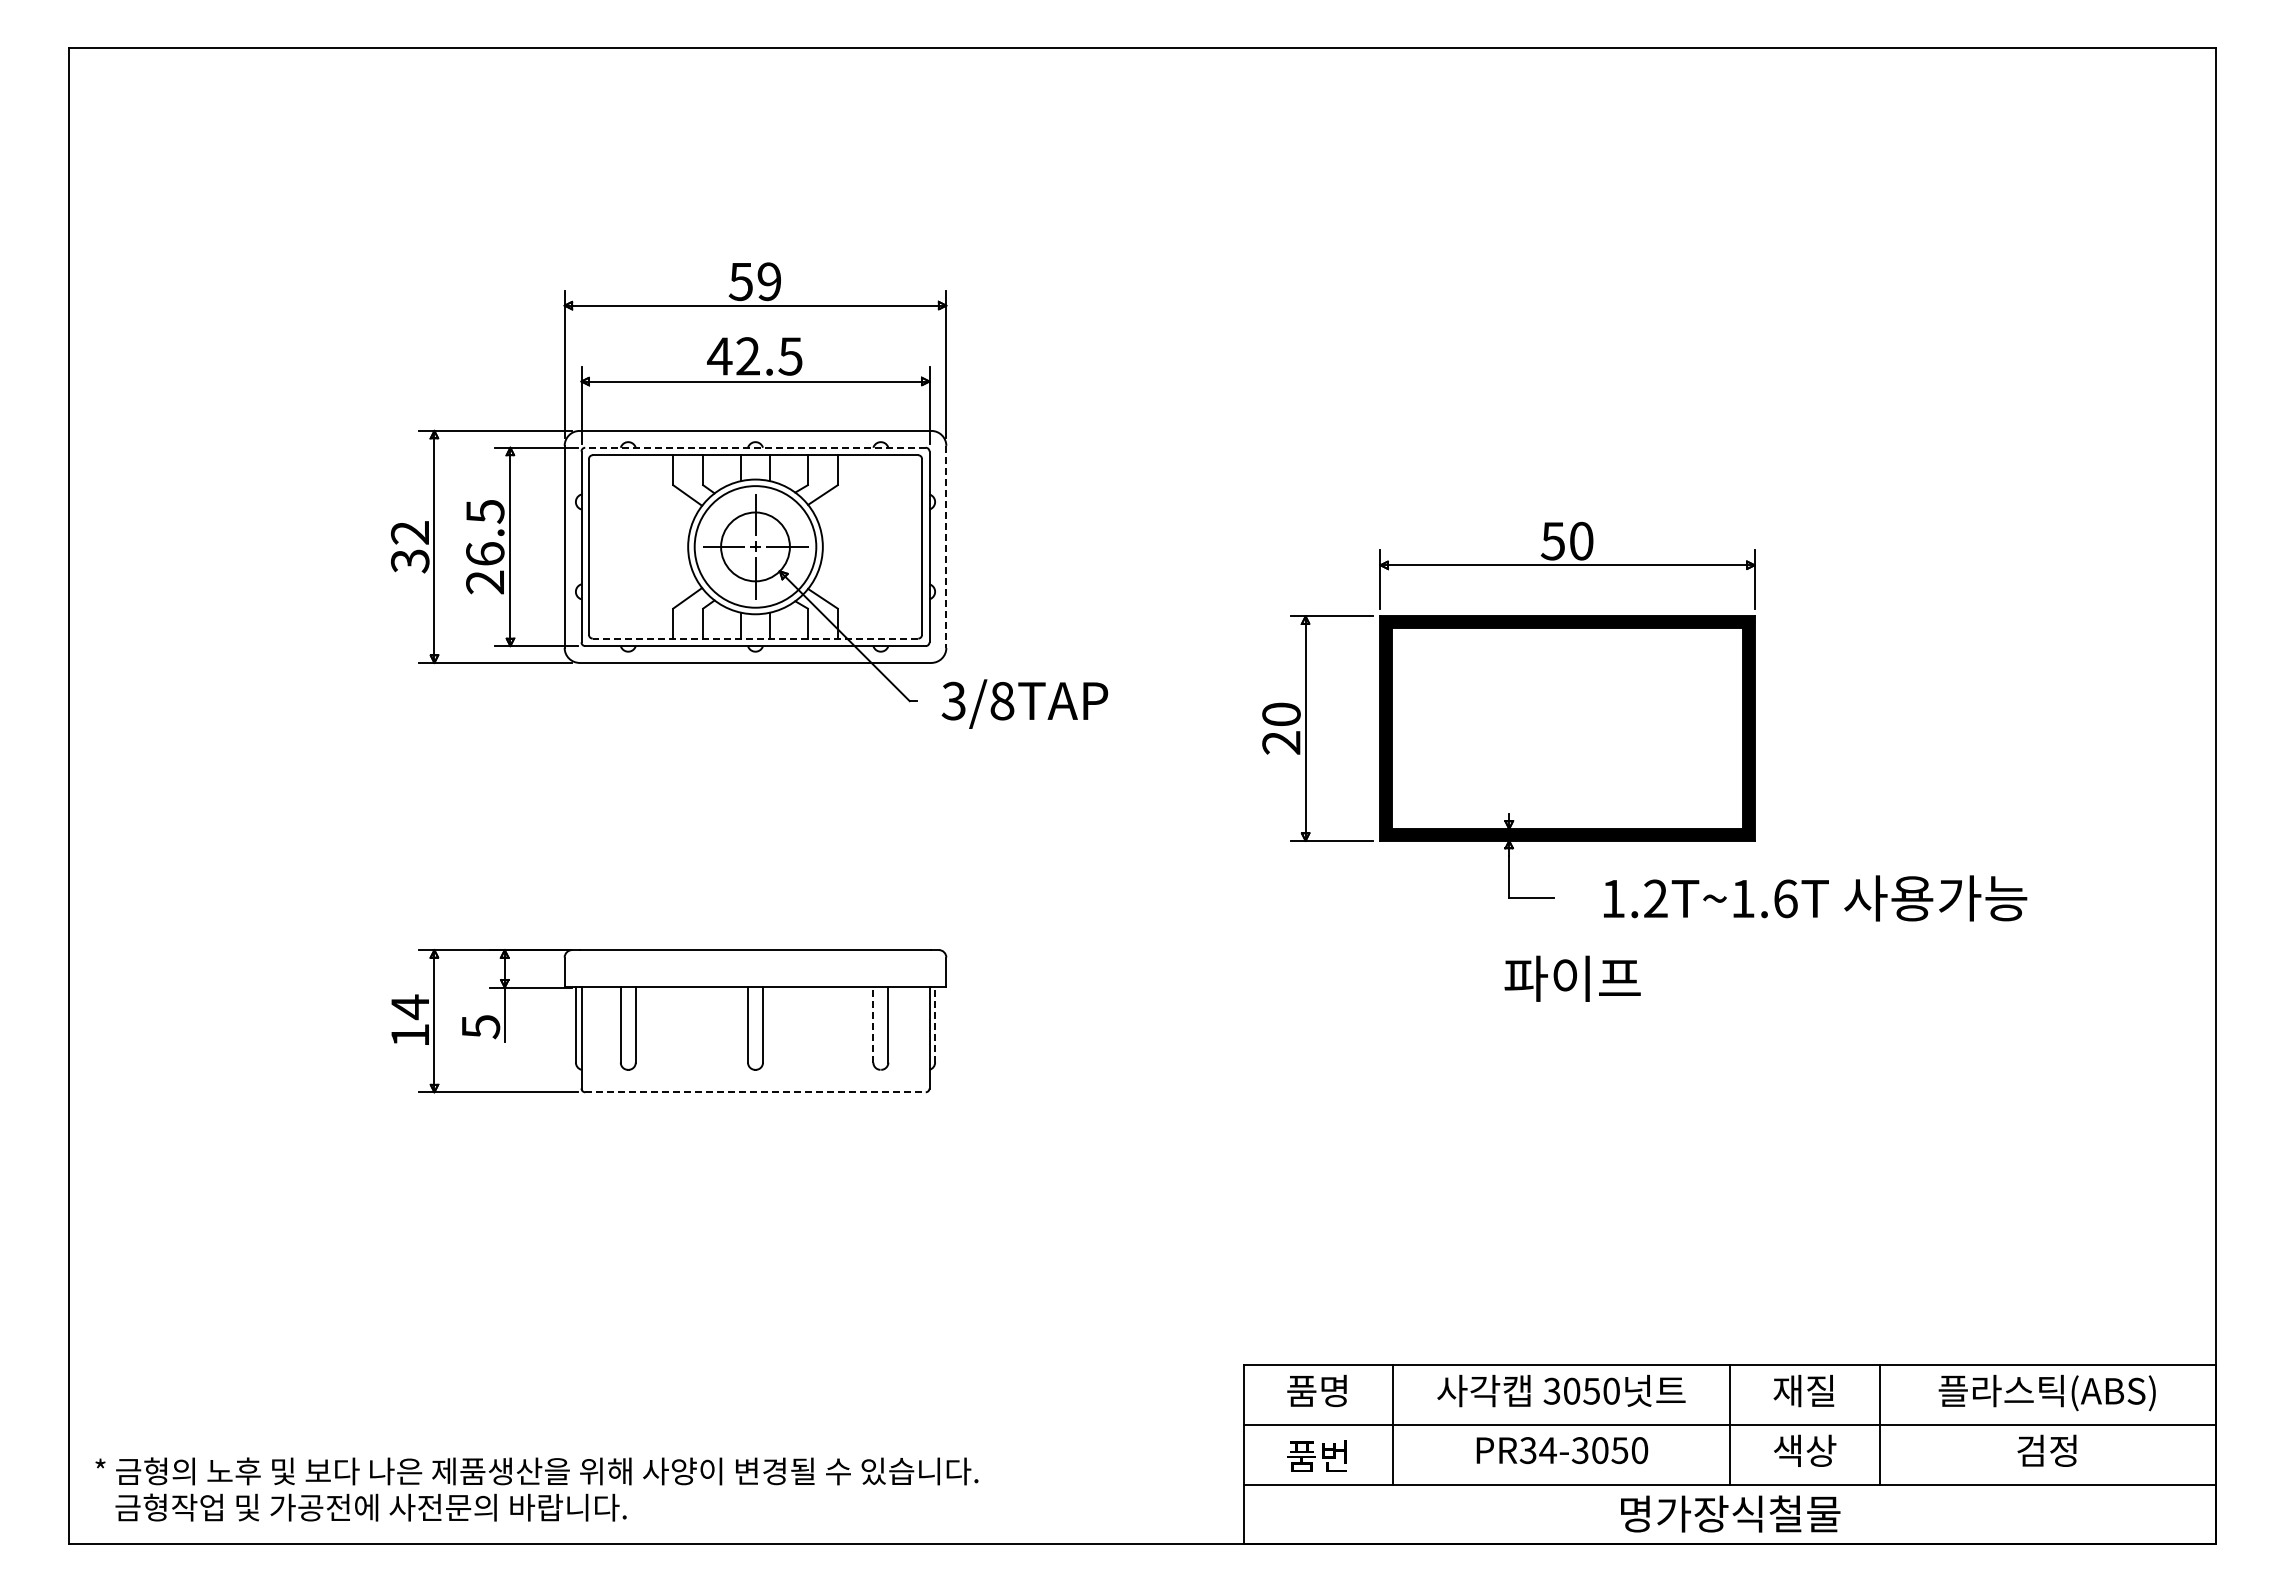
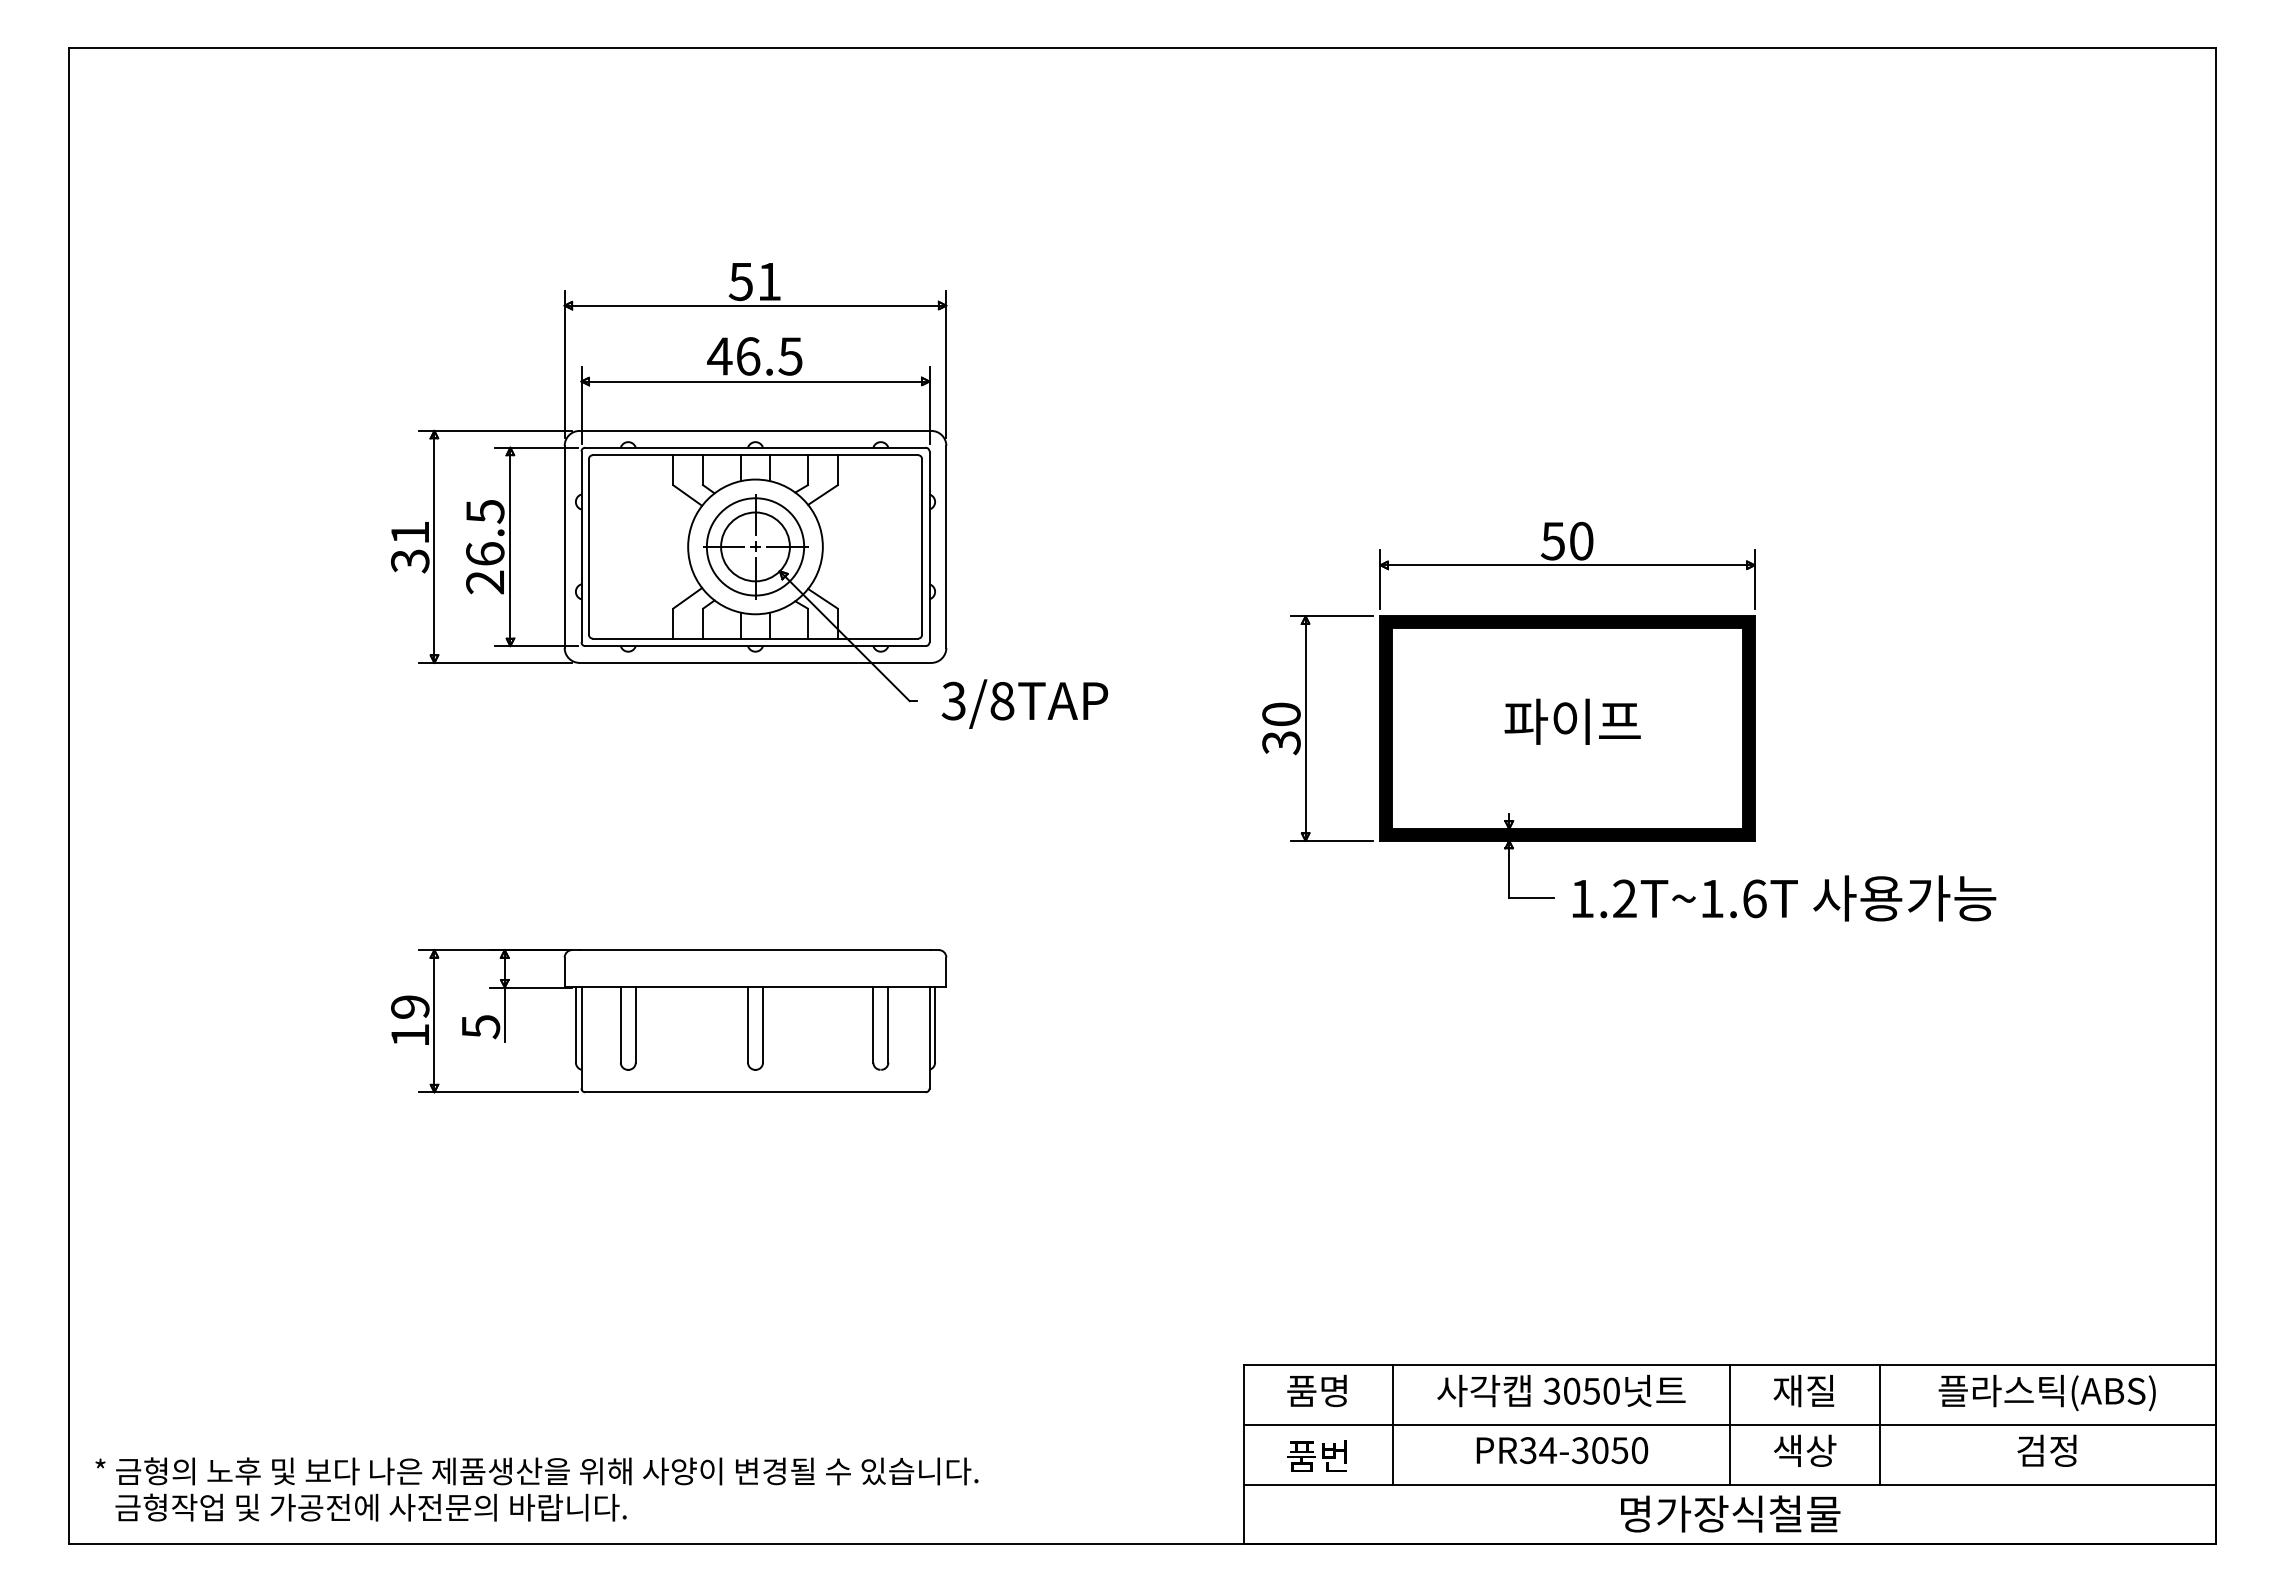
text at (768, 281): 59 -> 51
text at (748, 356): 42.5 -> 46.5
line at (755, 447): dashed -> solid
text at (409, 532): 32 -> 31
circle at (755, 546) diameter: 122 px -> 97 px
line at (946, 547): dashed -> solid
line at (755, 638): dashed -> solid
text at (1281, 743): 20 -> 30
text at (1815, 898) position: (1815, 898) -> (1784, 898)
text at (1572, 978) position: (1572, 978) -> (1572, 721)
text at (410, 1007): 14 -> 19
line at (873, 1025): dashed -> solid
line at (935, 1025): dashed -> solid
line at (756, 1092): dashed -> solid
